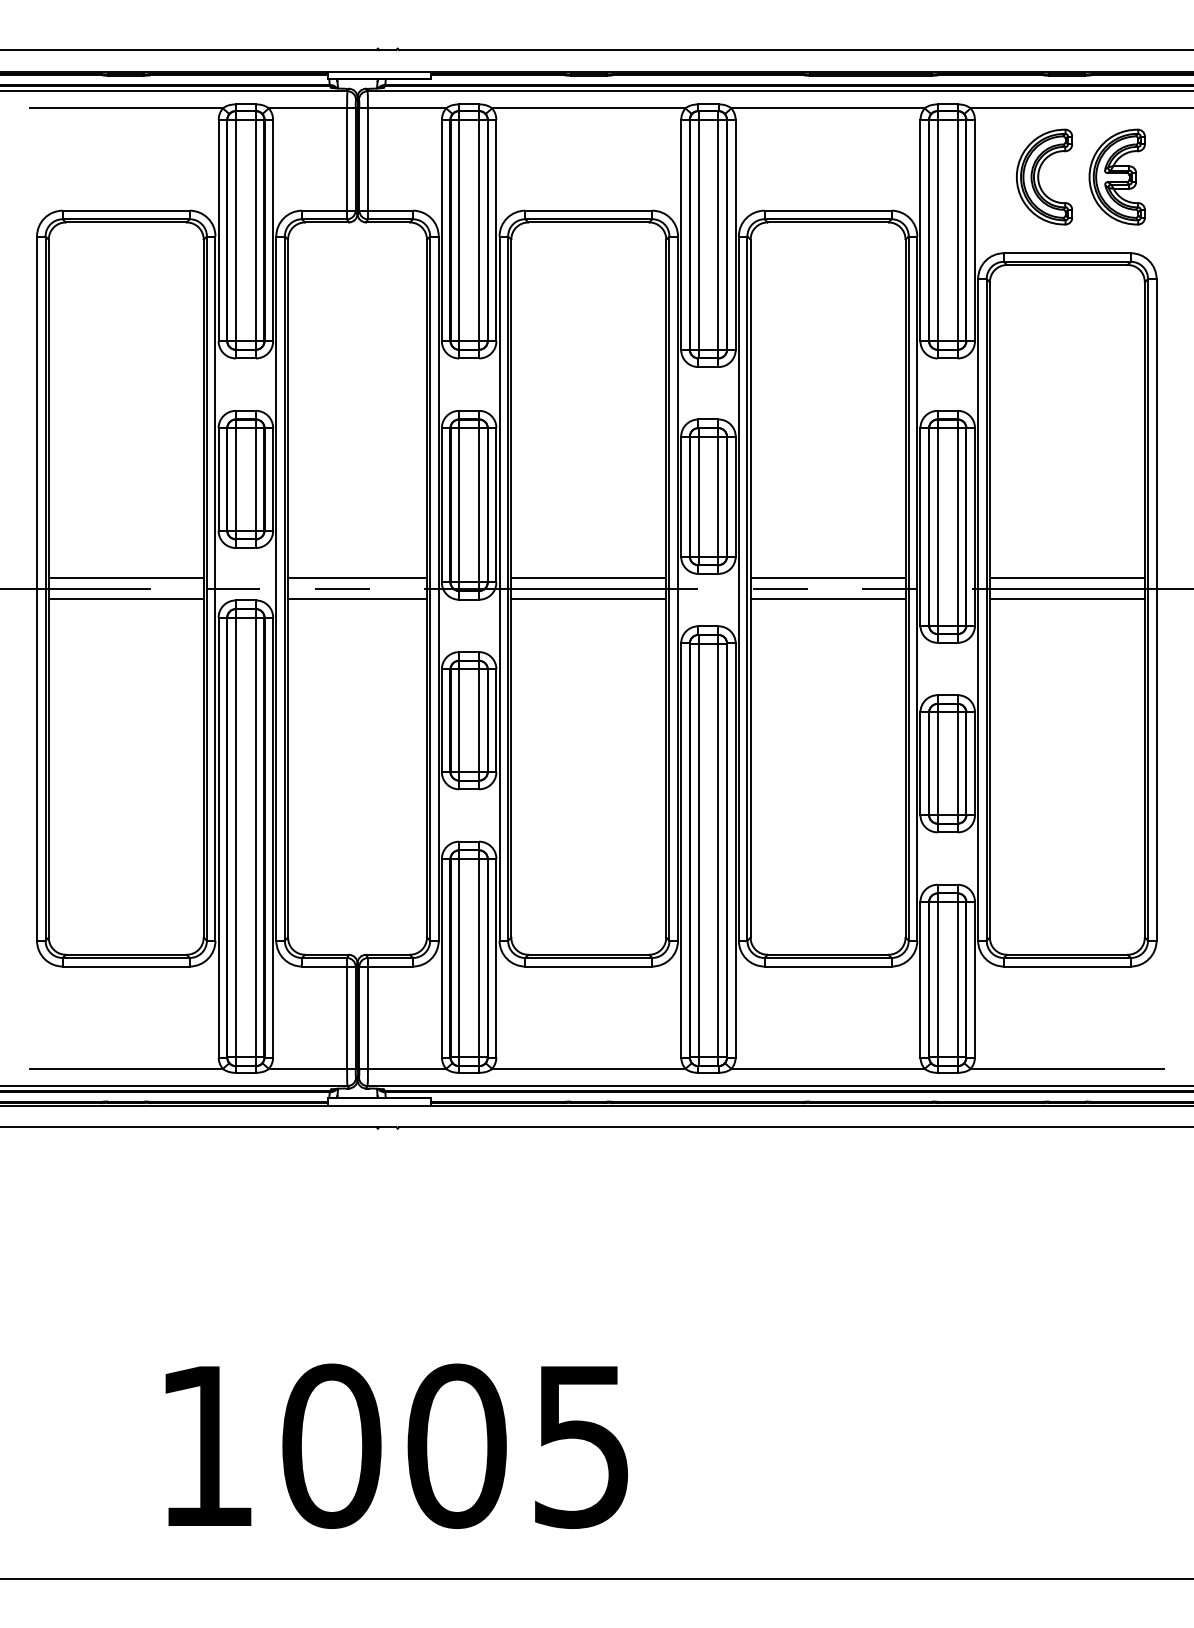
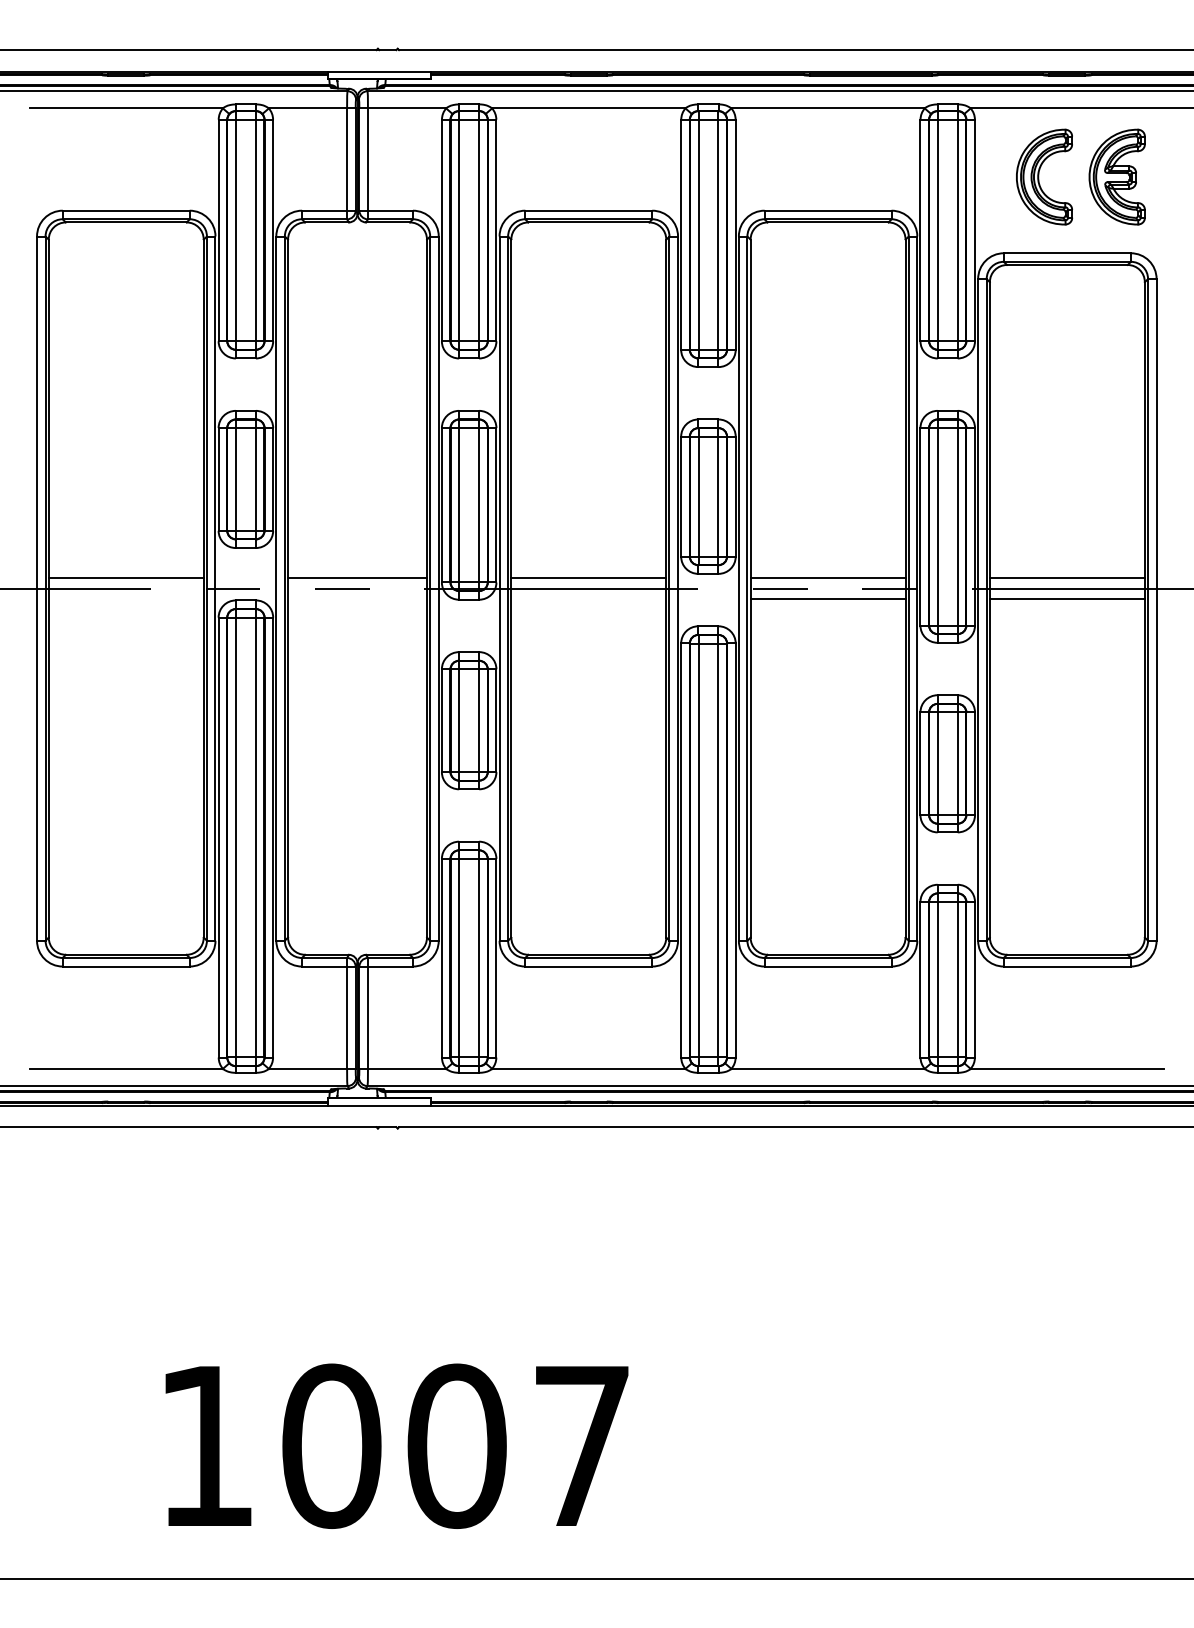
line at (125, 599): present -> none
line at (357, 599): present -> none
line at (588, 599): present -> none
text at (581, 1447): 1005 -> 1007
